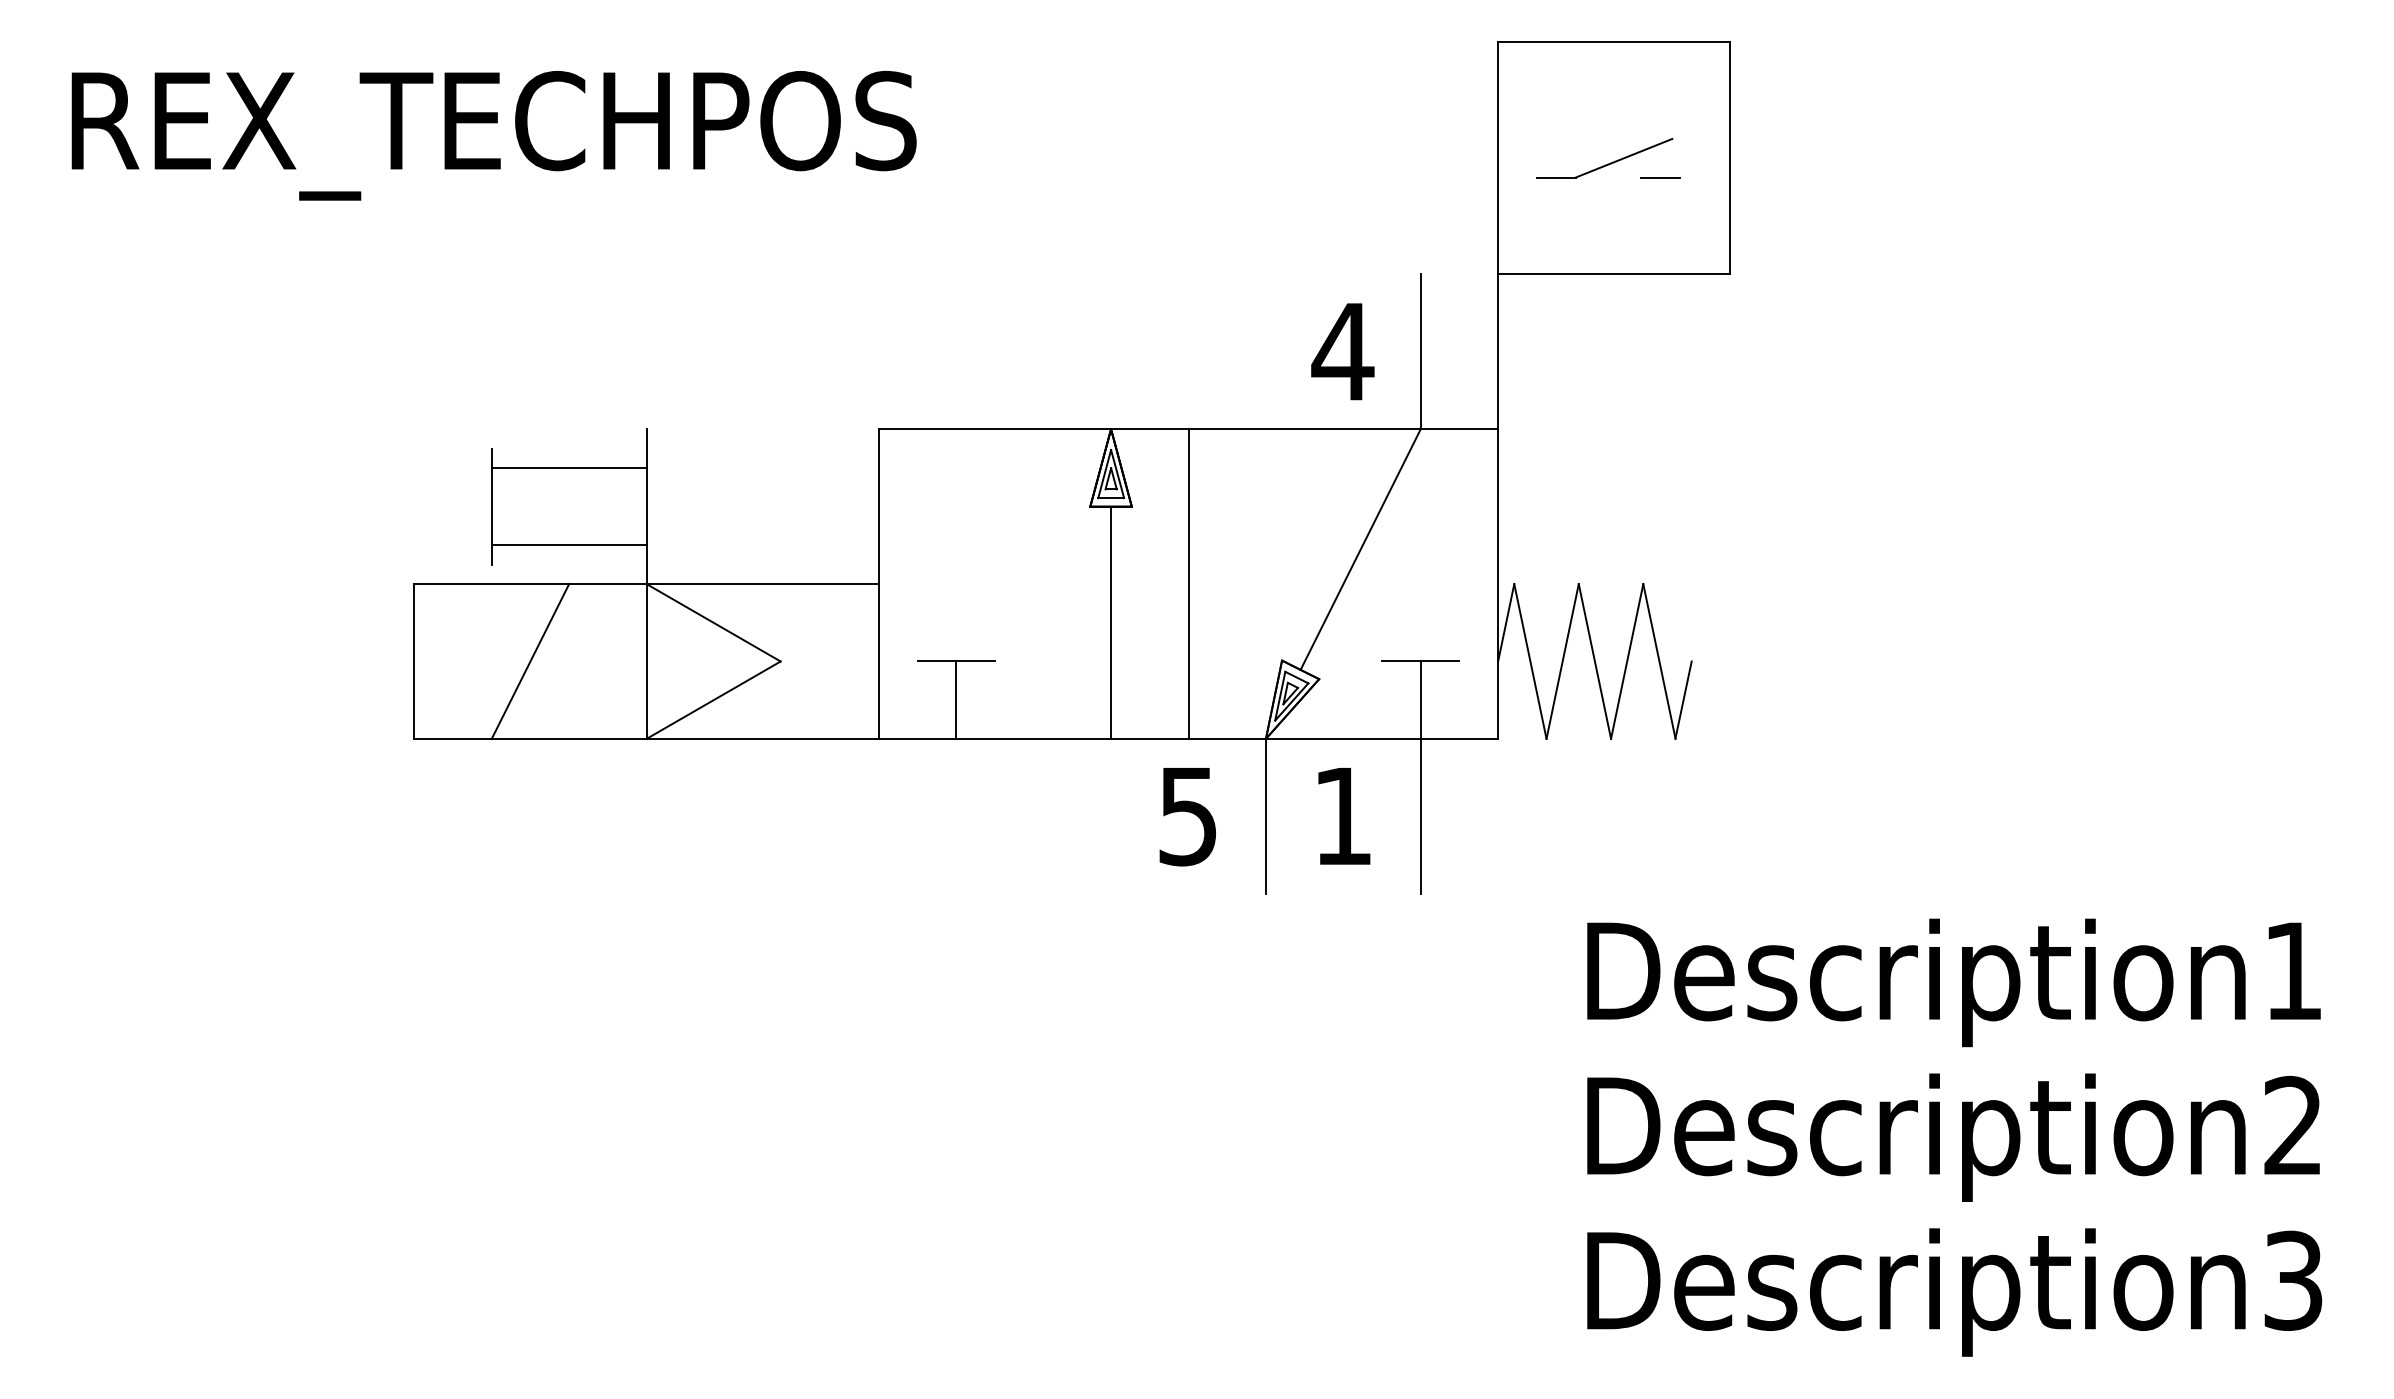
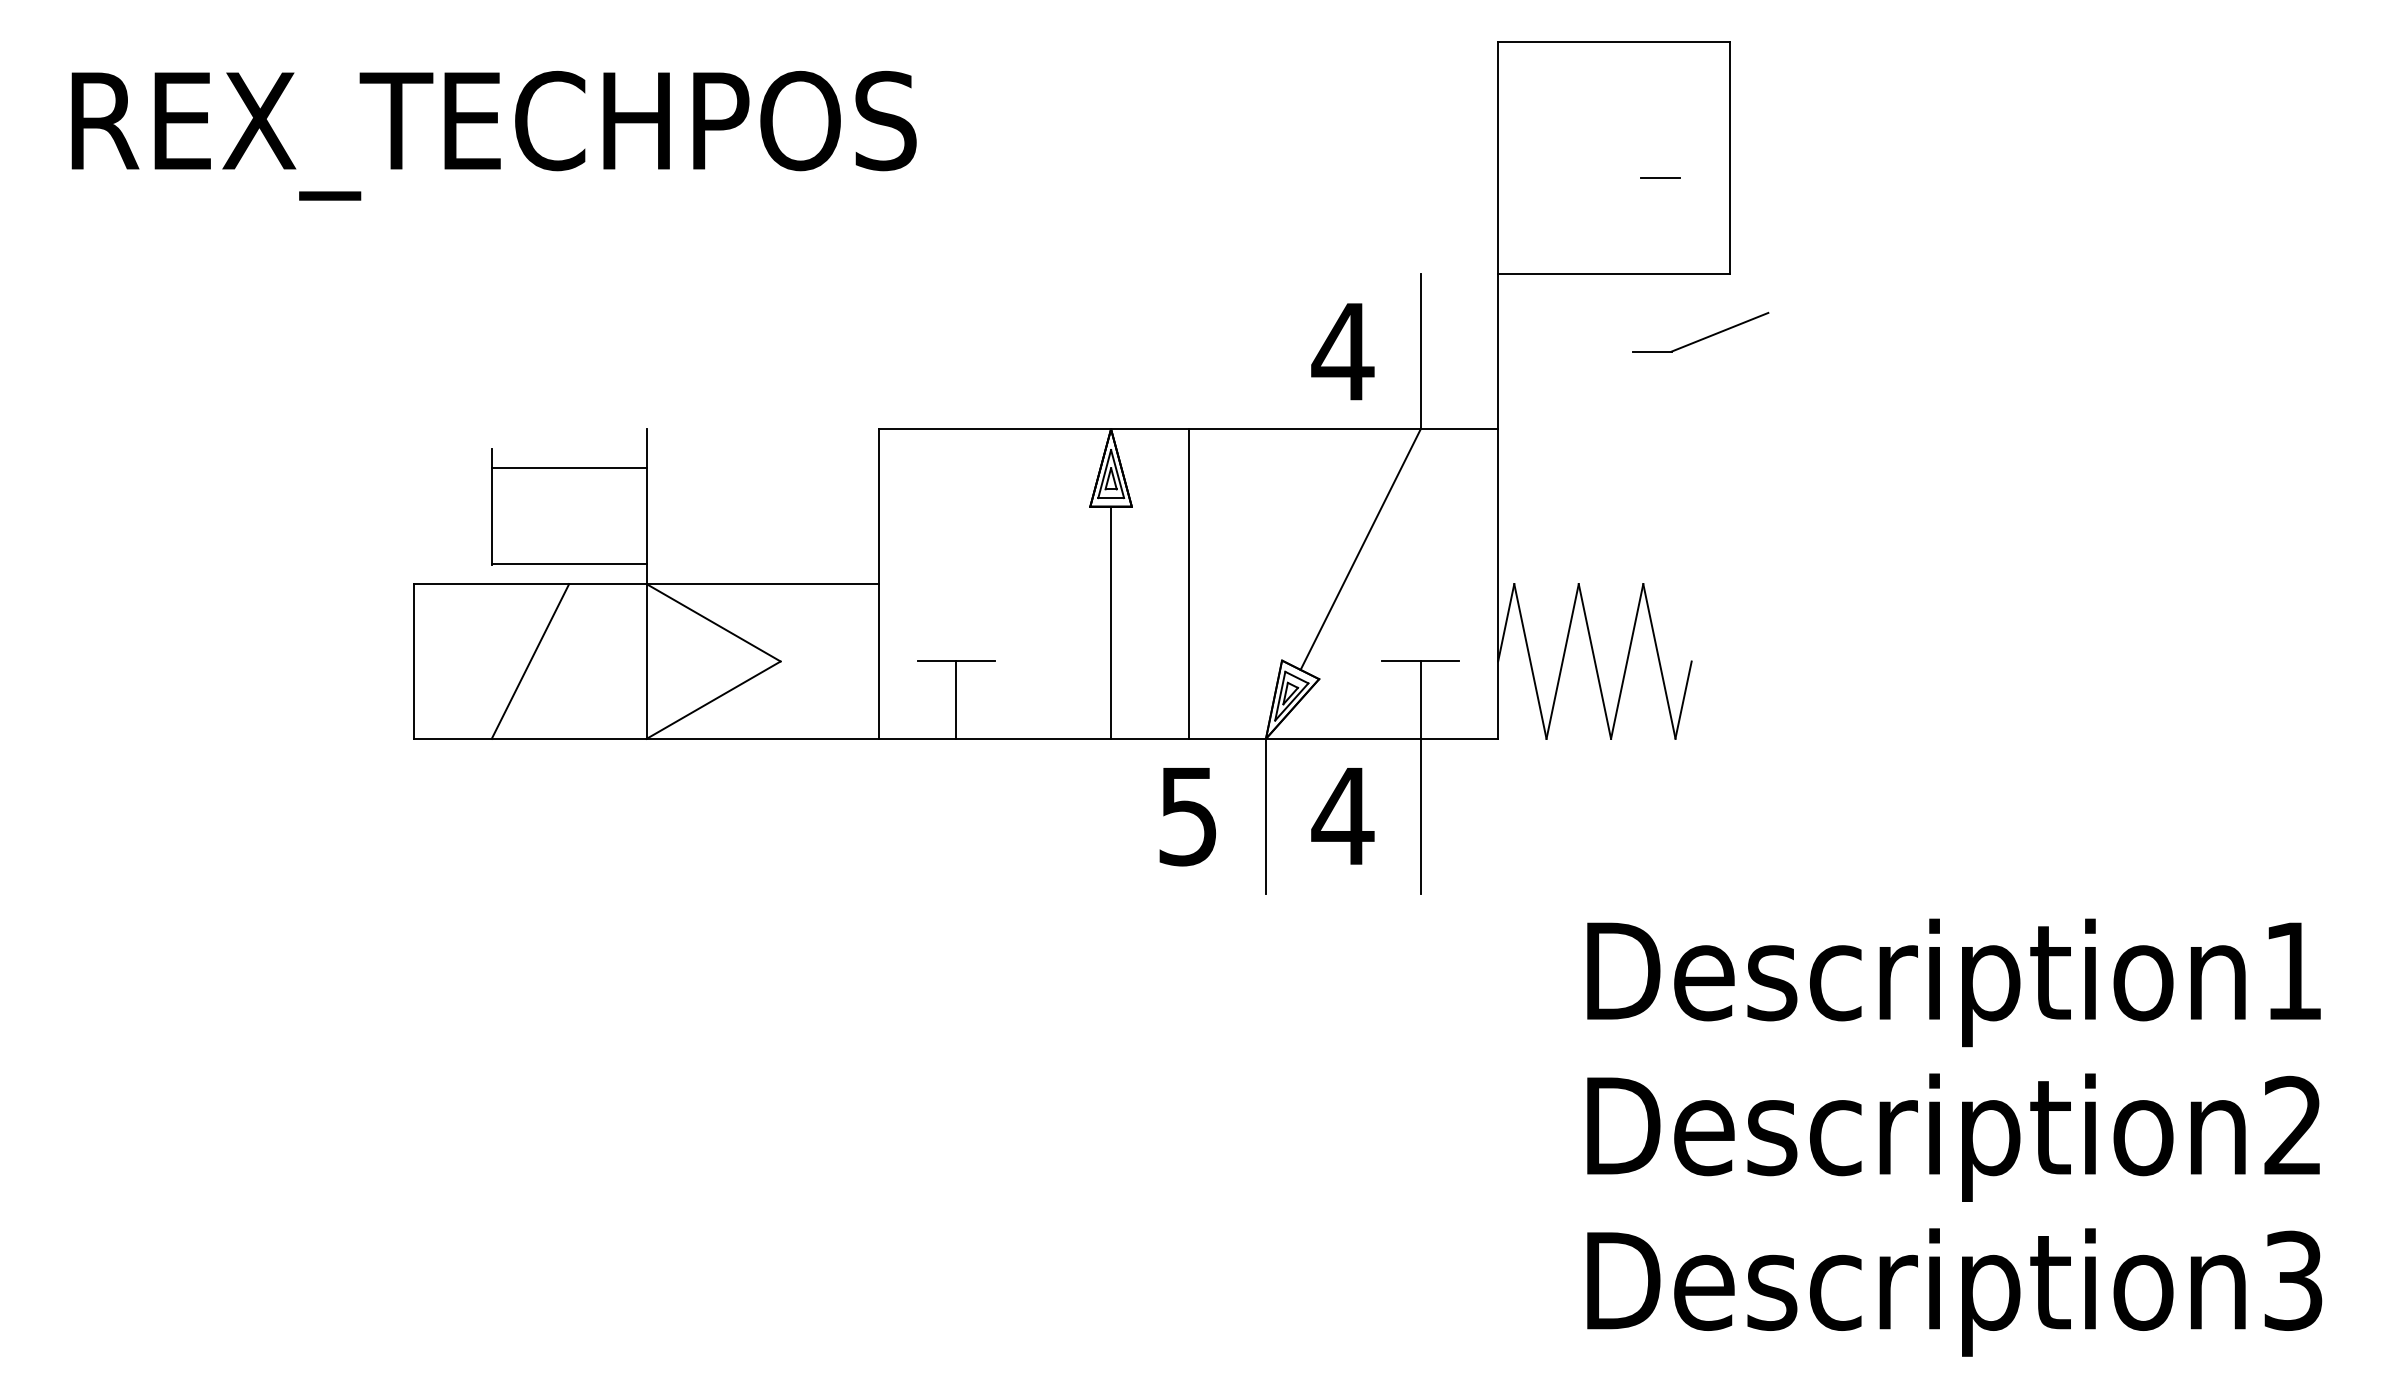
part at (1607, 163) position: (1607, 163) -> (1703, 337)
line at (568, 545) position: (568, 545) -> (568, 564)
text at (1342, 816): 1 -> 4
